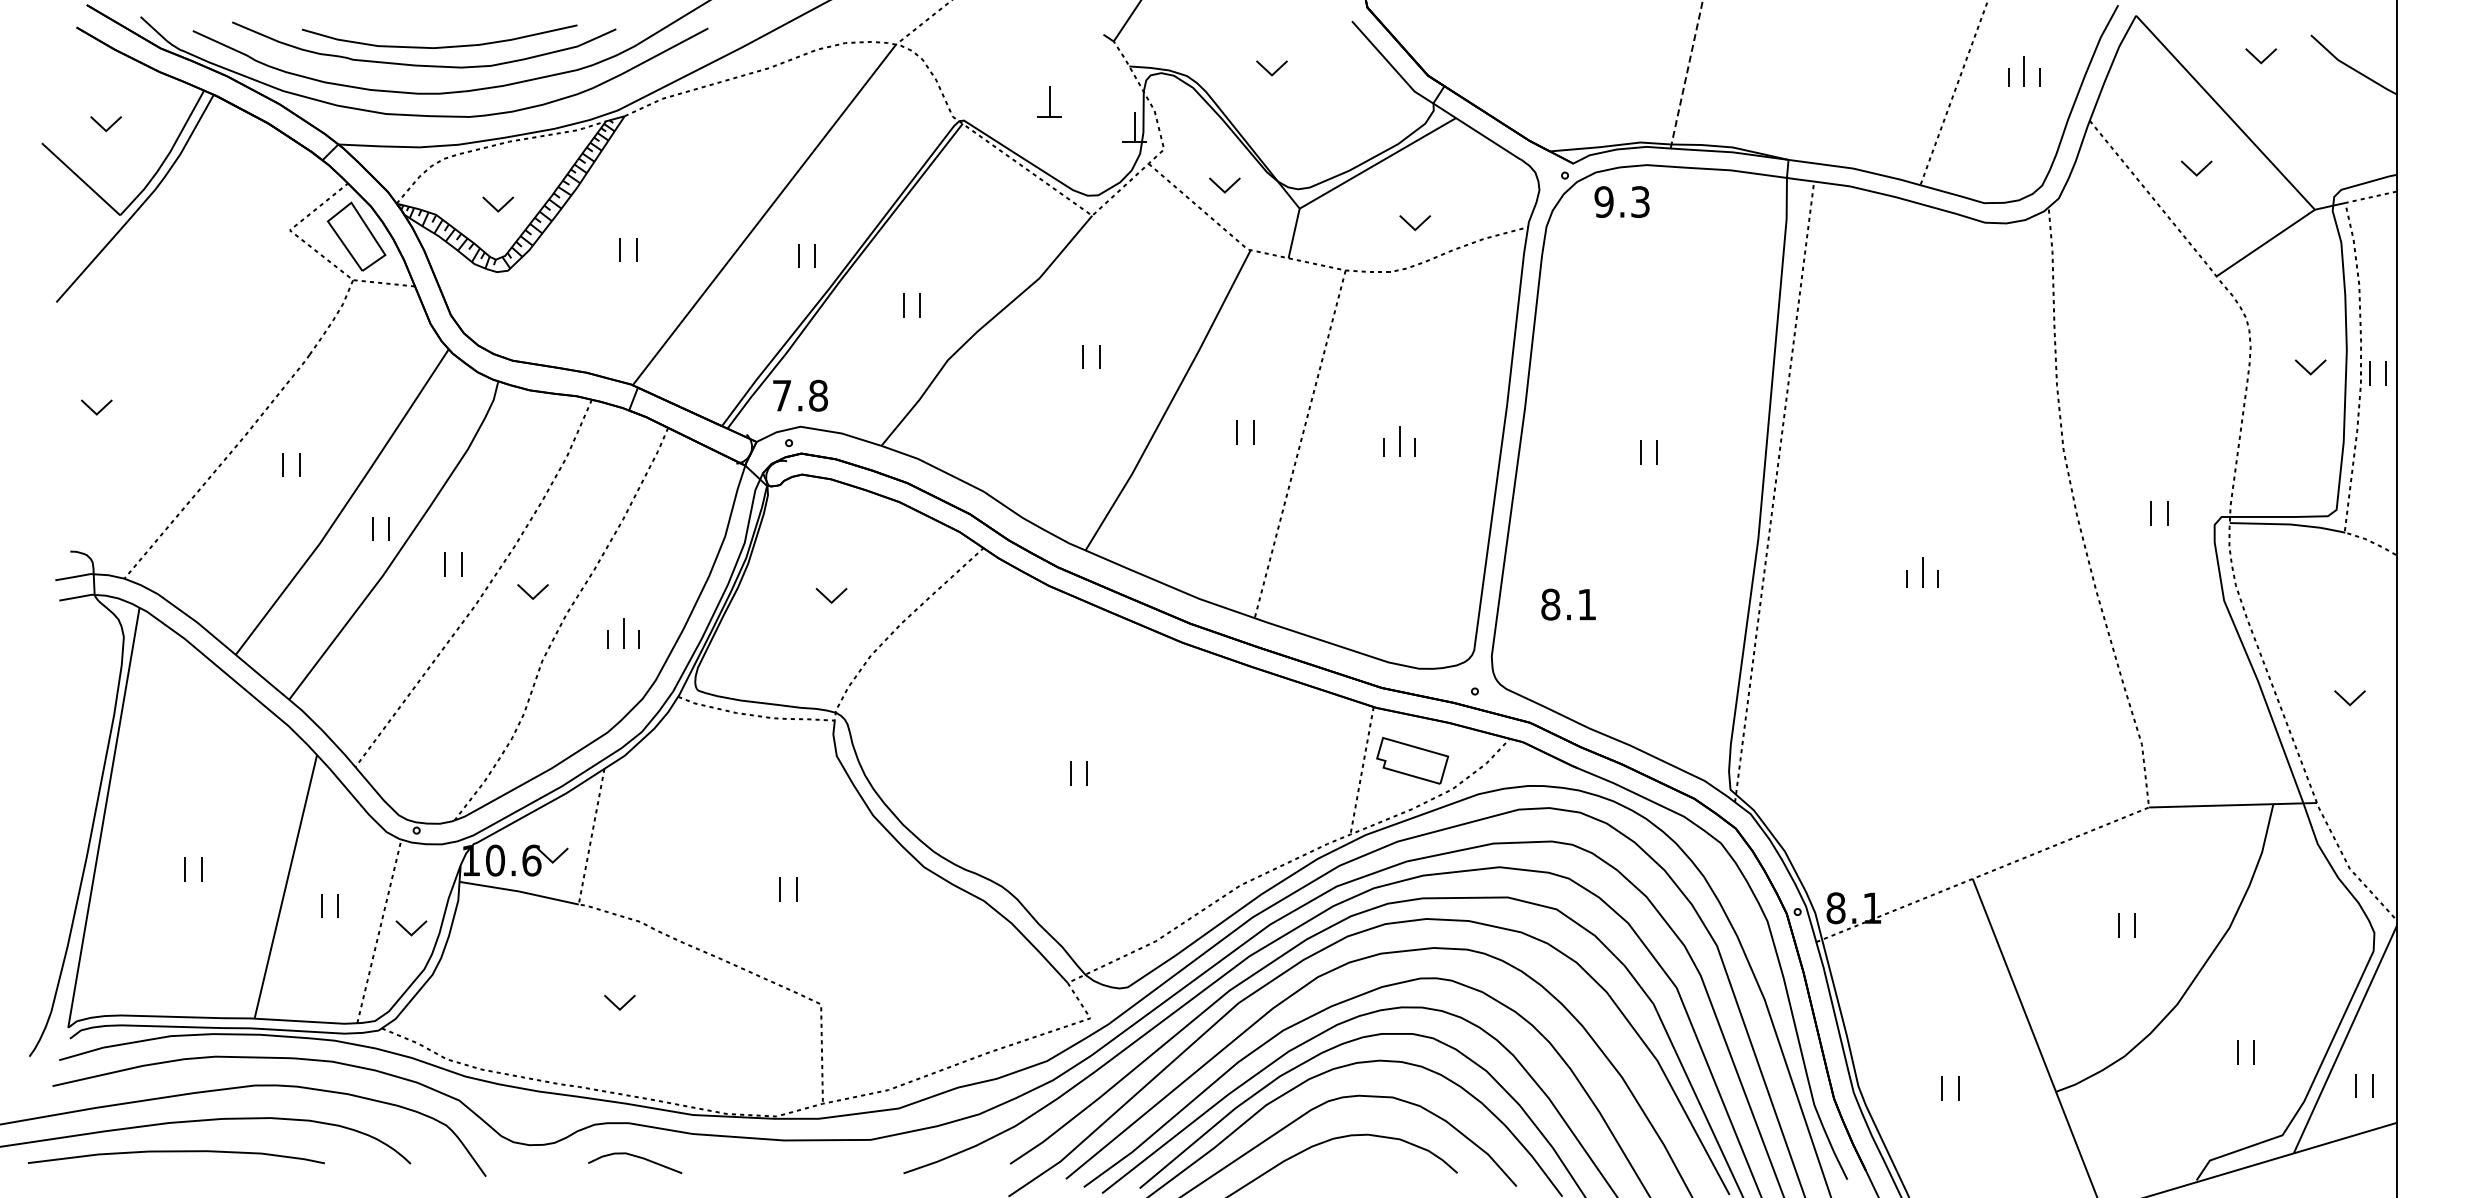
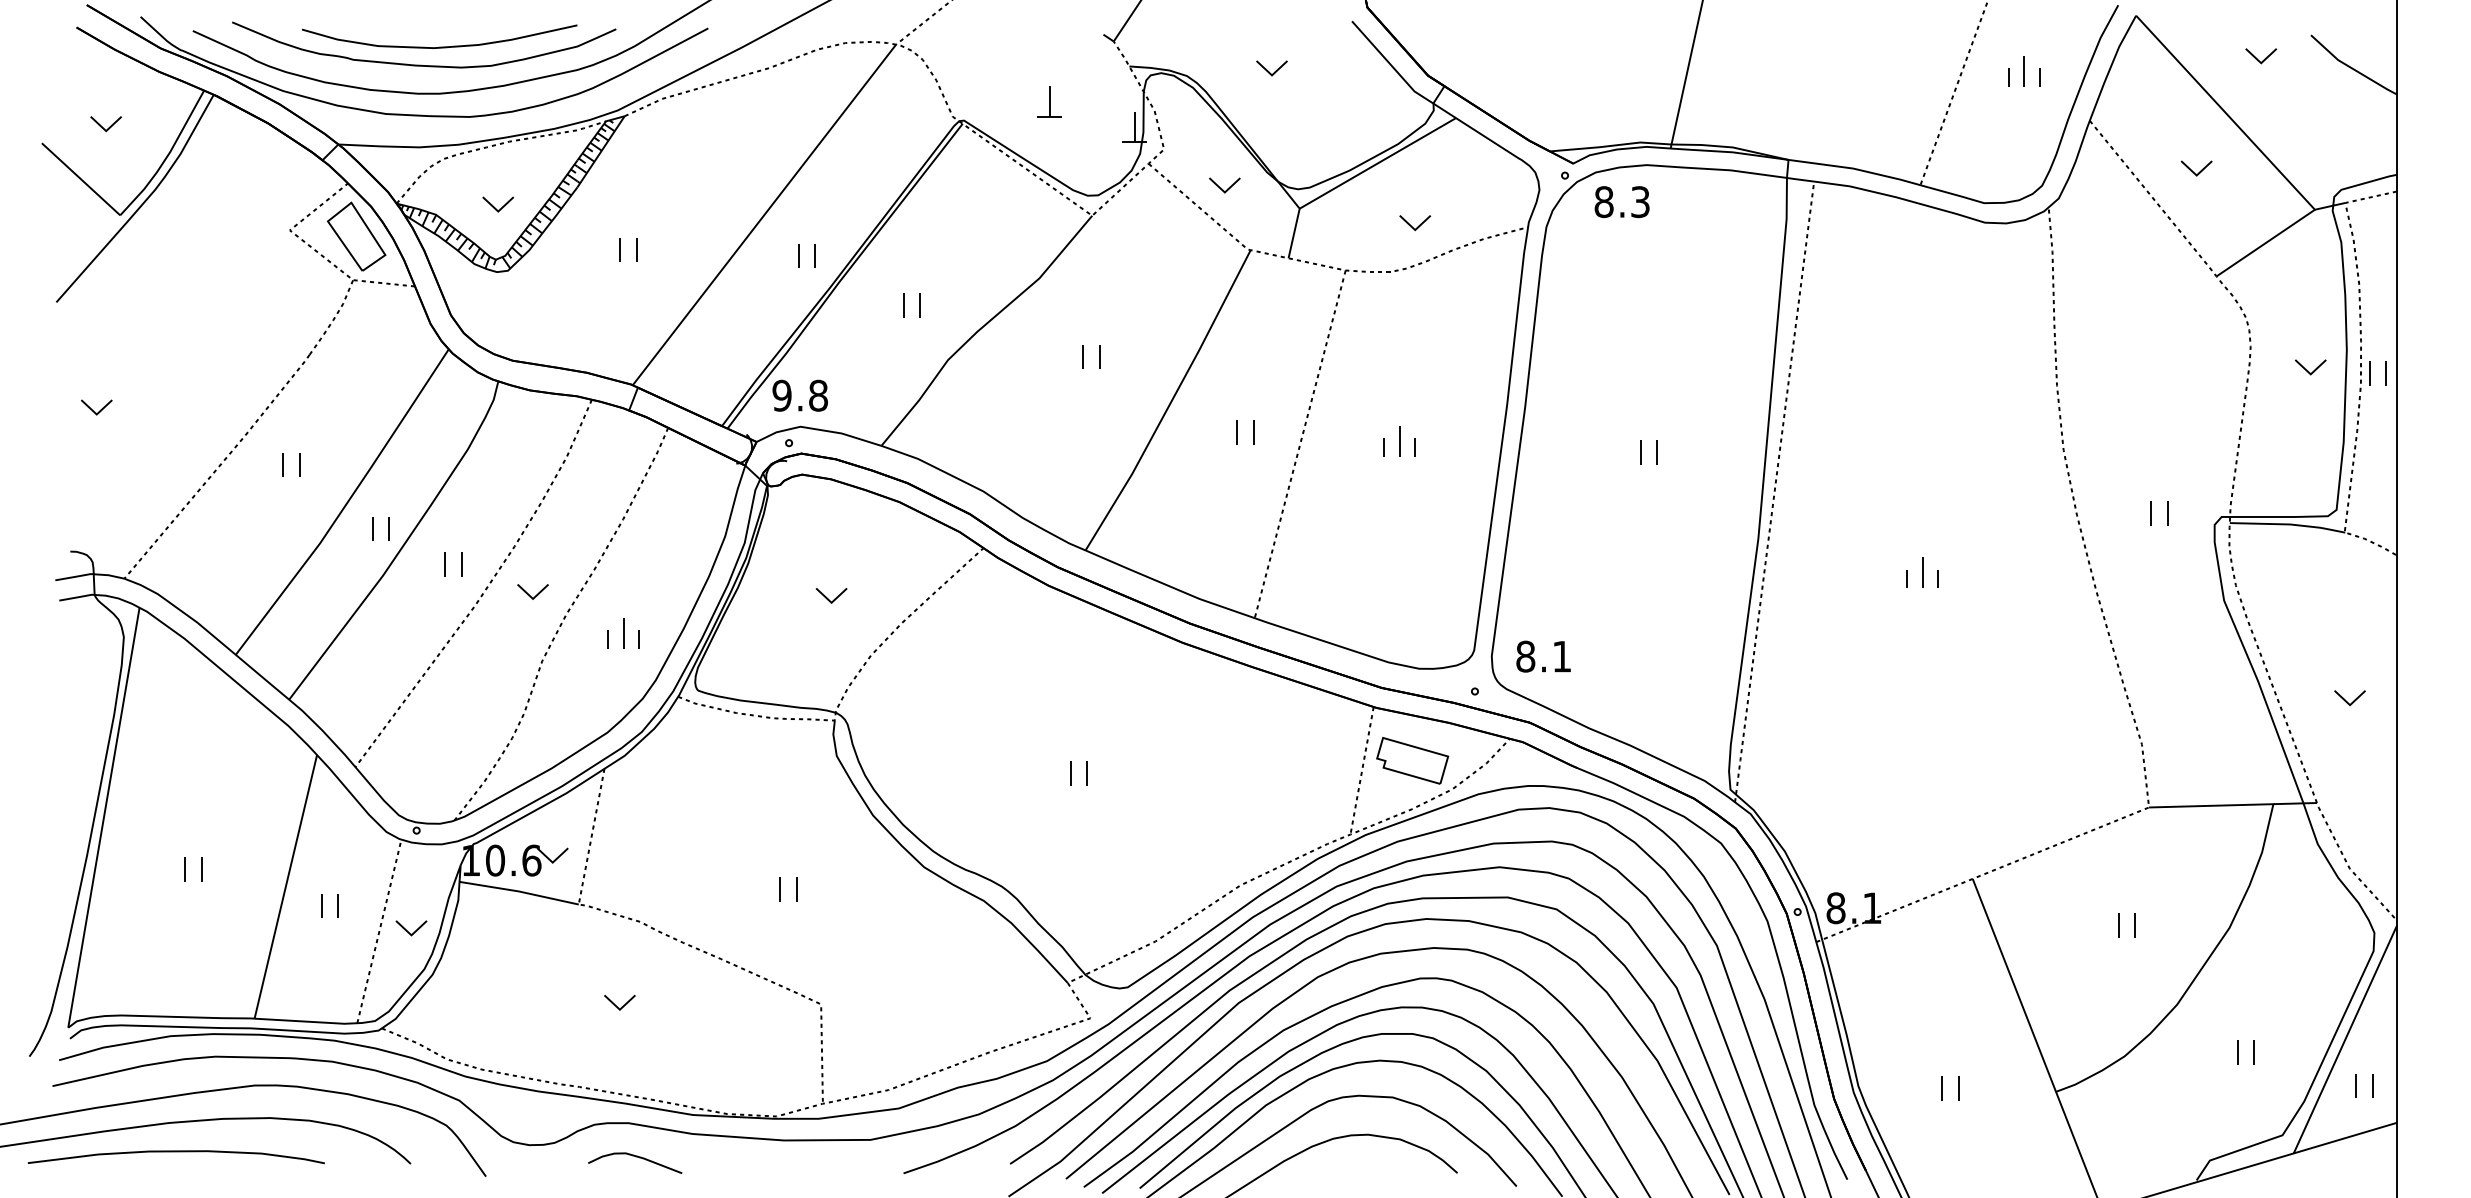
line at (1686, 75): dashed -> solid
text at (1603, 202): 9.3 -> 8.3
text at (781, 395): 7.8 -> 9.8
text at (1568, 604) position: (1568, 604) -> (1543, 656)
